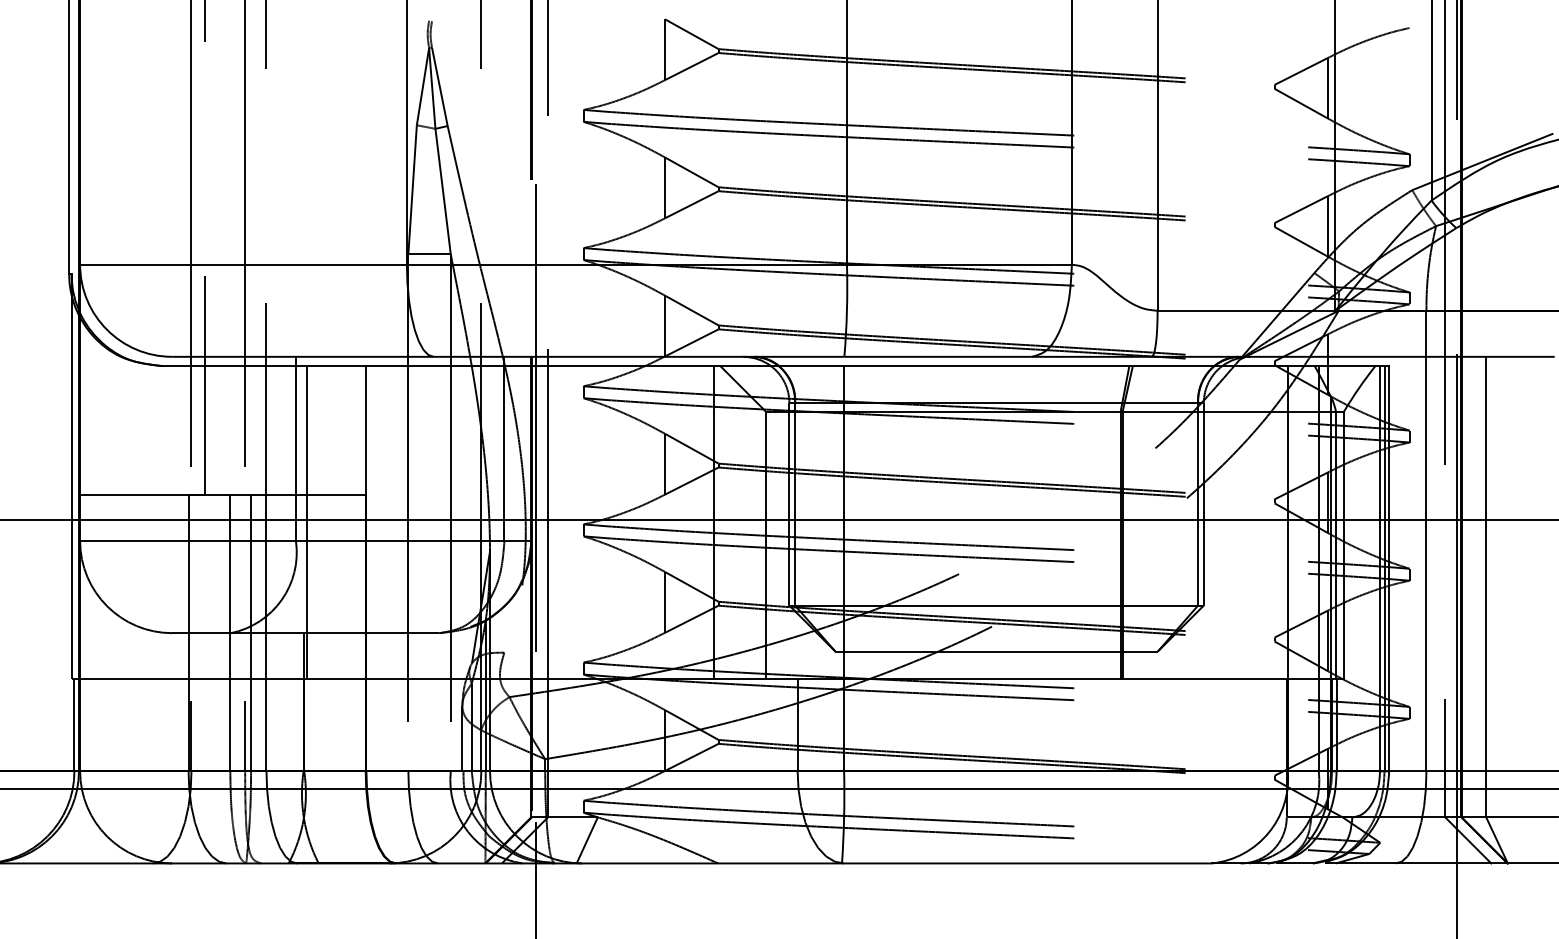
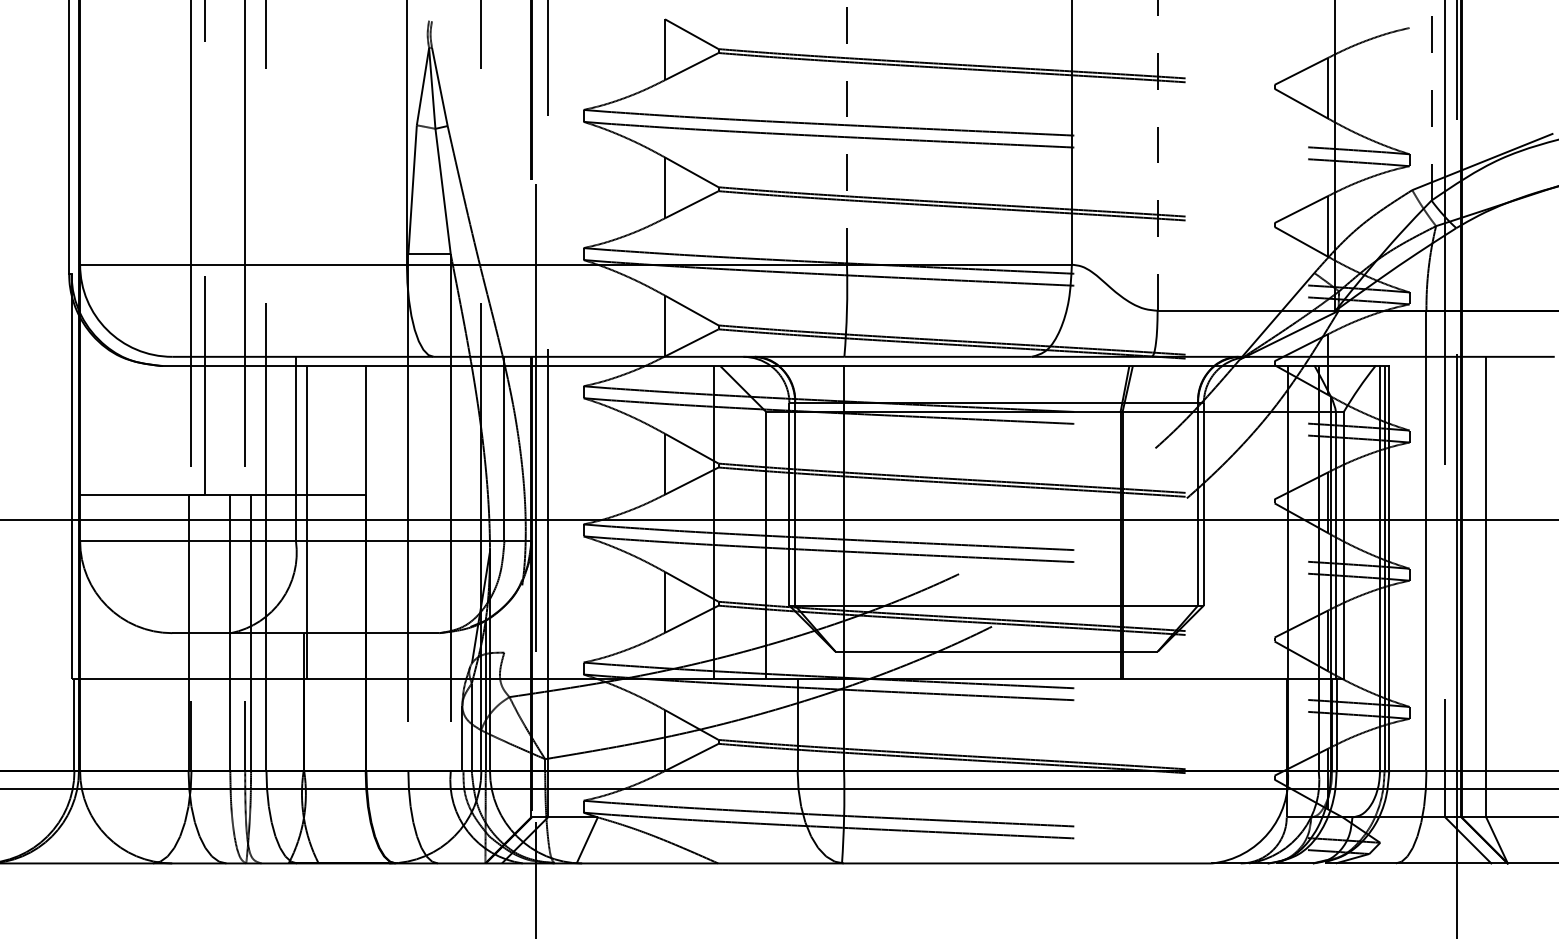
line at (1431, 99): solid -> dashed
line at (846, 132): solid -> dashed
line at (1157, 155): solid -> dashed
